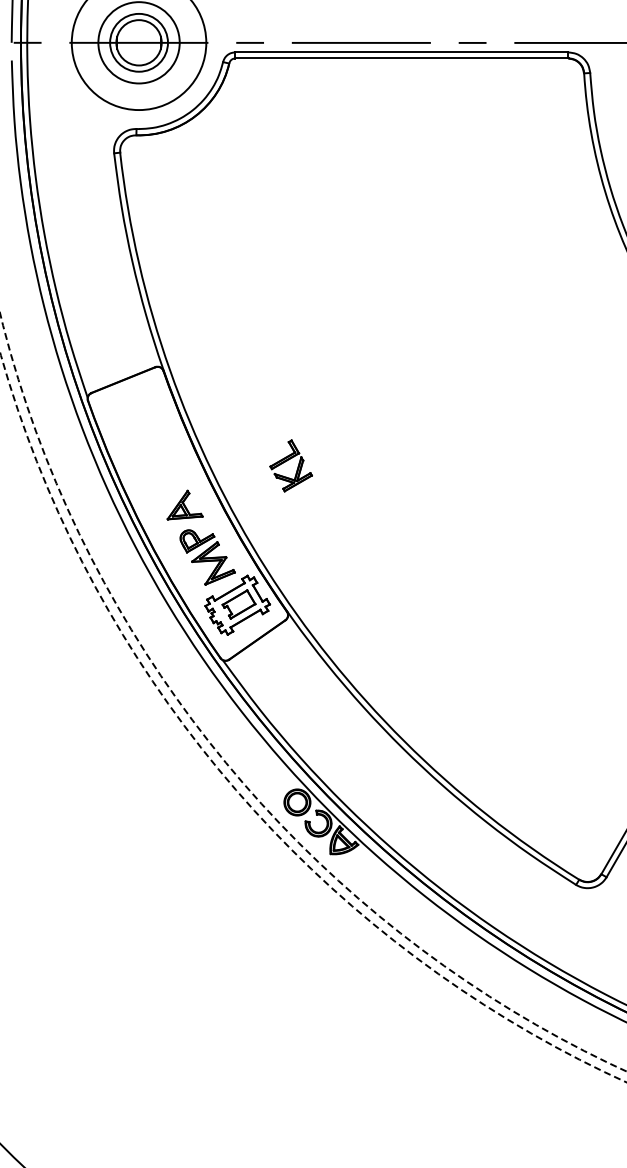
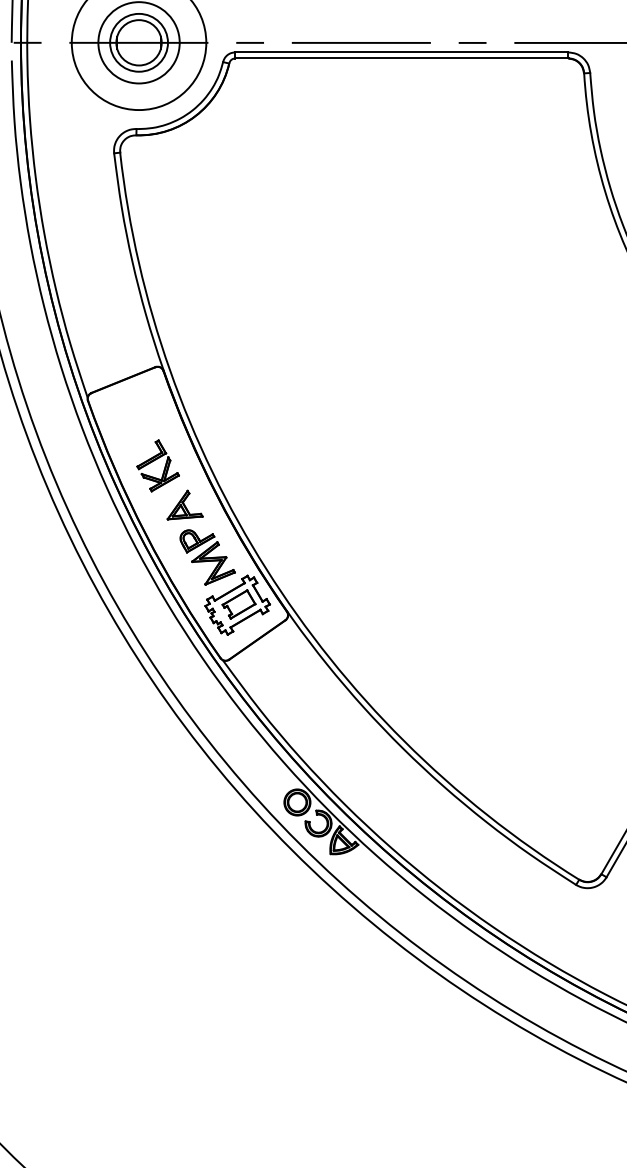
part at (290, 465) position: (290, 465) -> (157, 465)
circle at (313, 692): dashed -> solid
circle at (313, 717): dashed -> solid
